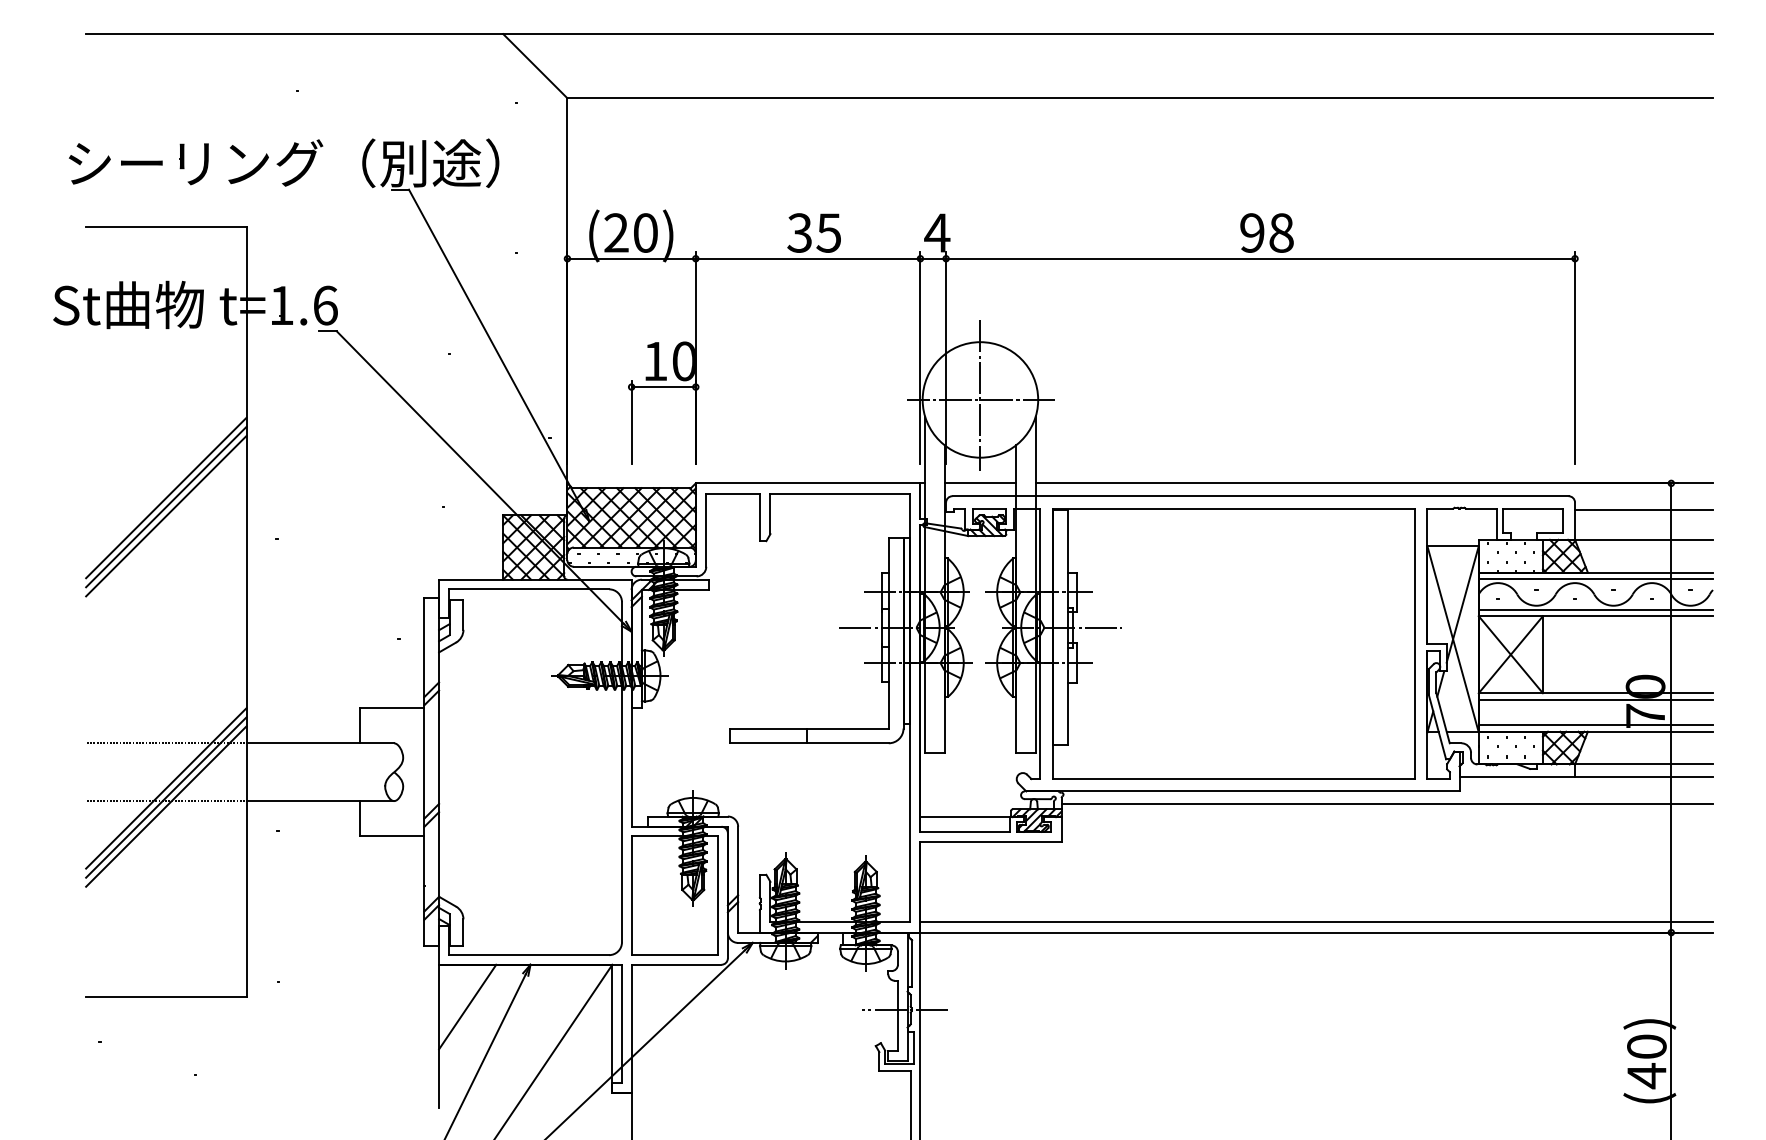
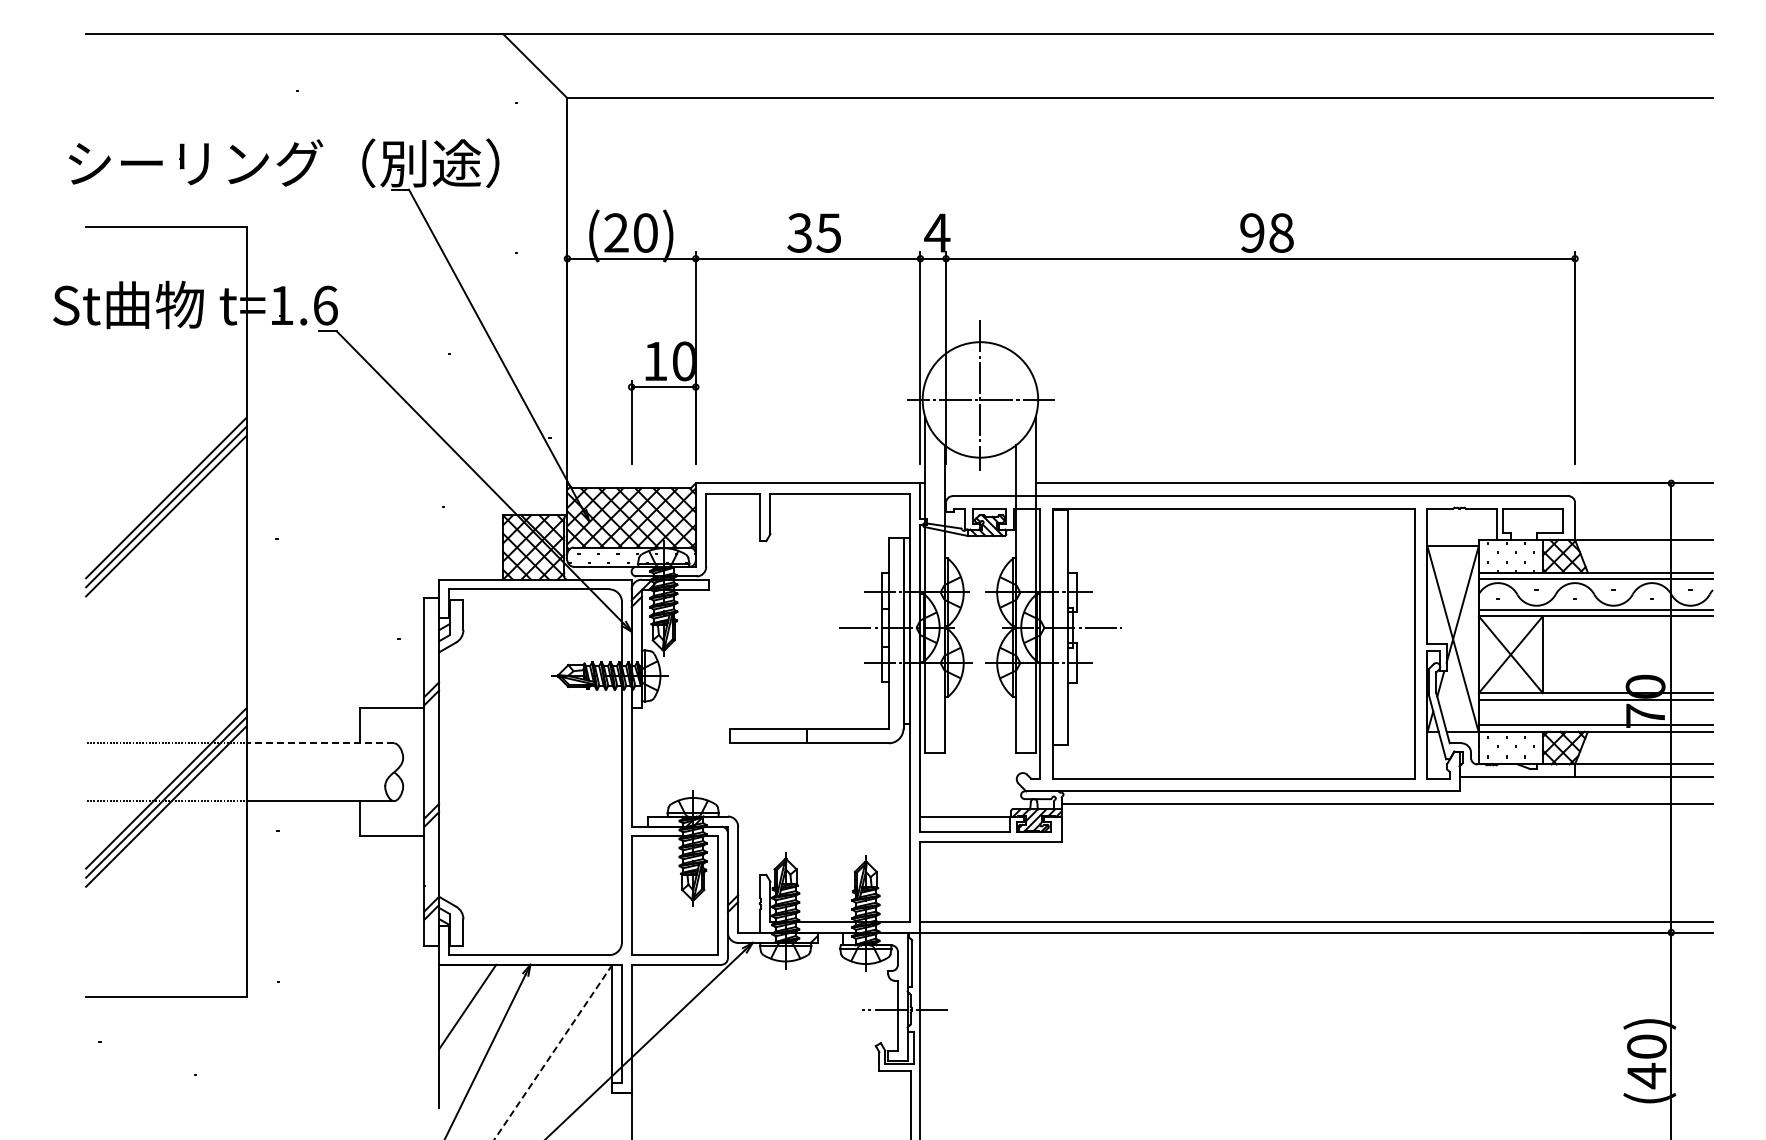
line at (980, 483): present -> none
line at (1644, 510): present -> none
line at (320, 743): solid -> dashed
line at (553, 1052): solid -> dashed
